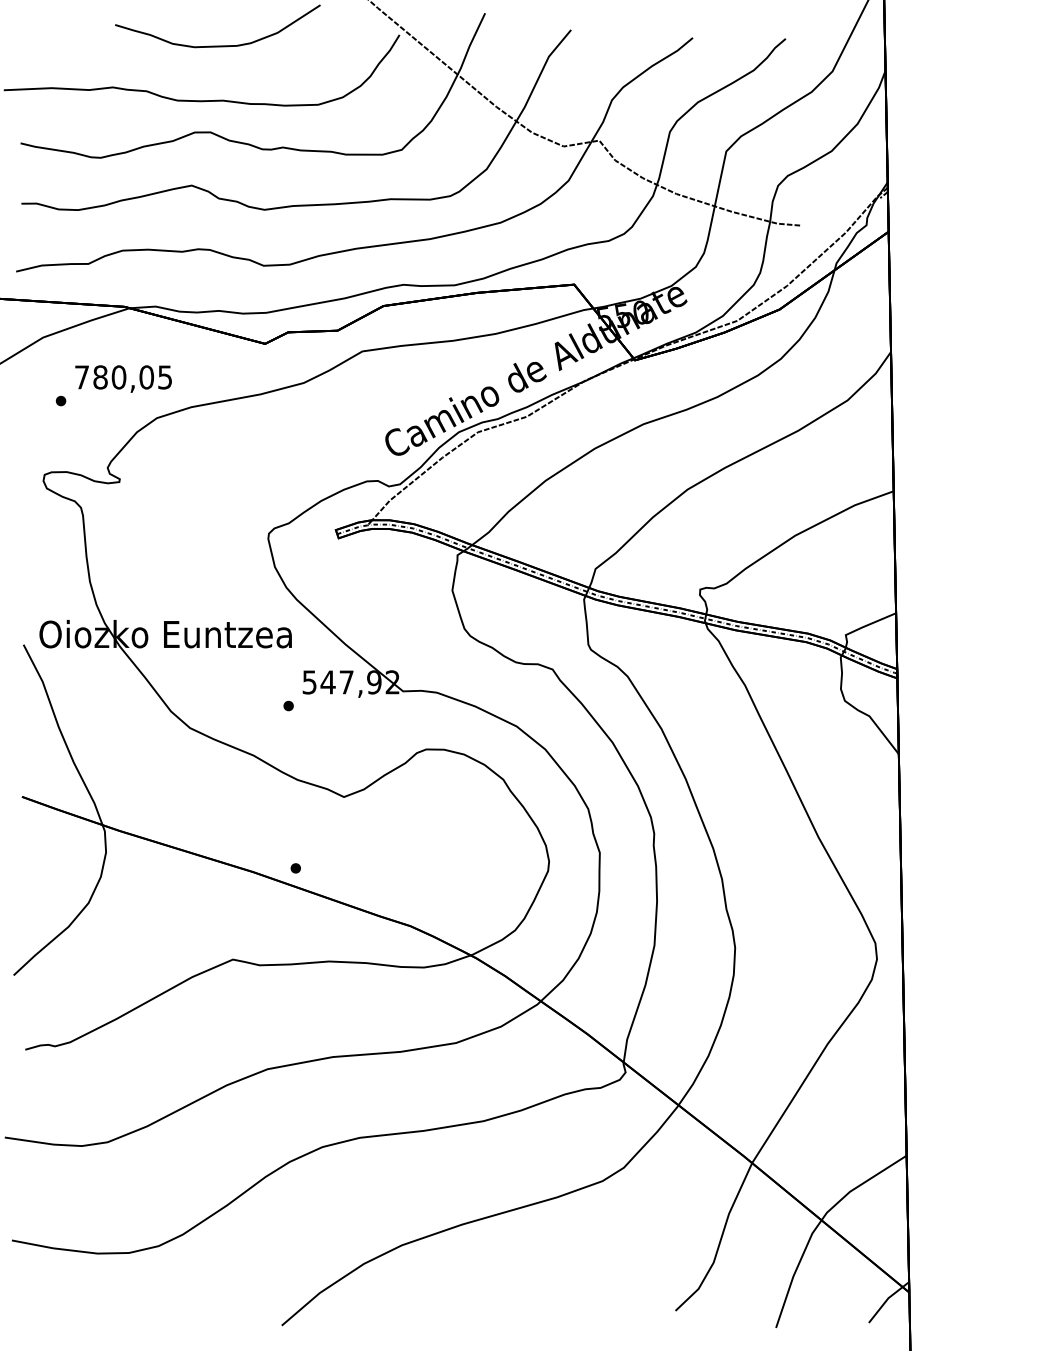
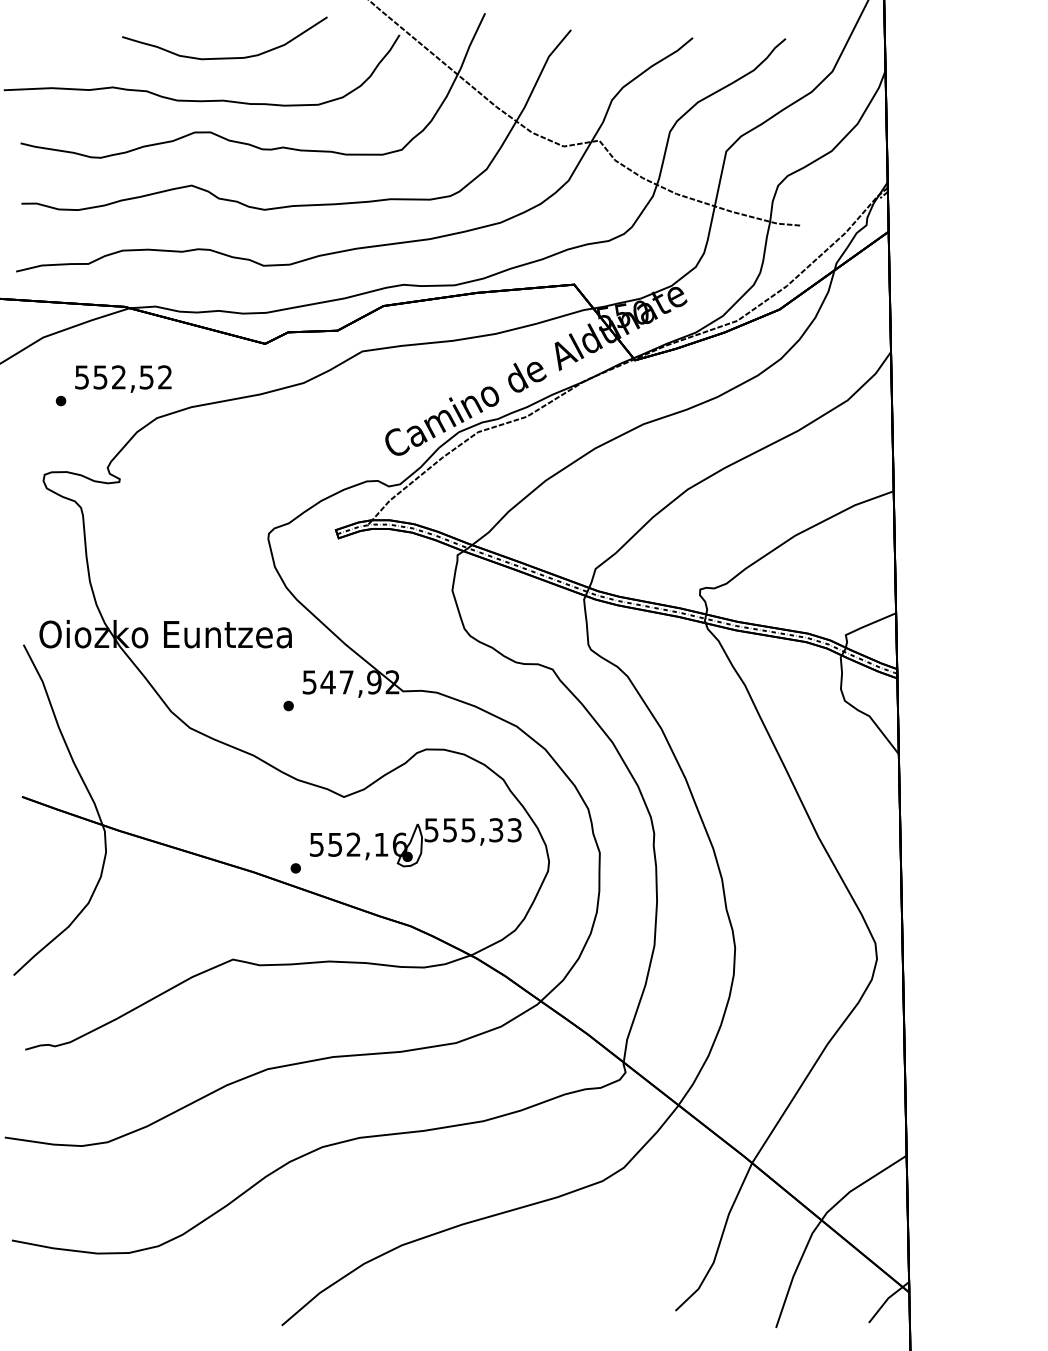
curve at (217, 45) position: (217, 45) -> (224, 57)
text at (123, 377): 780,05 -> 552,52
part at (415, 842): none -> present
